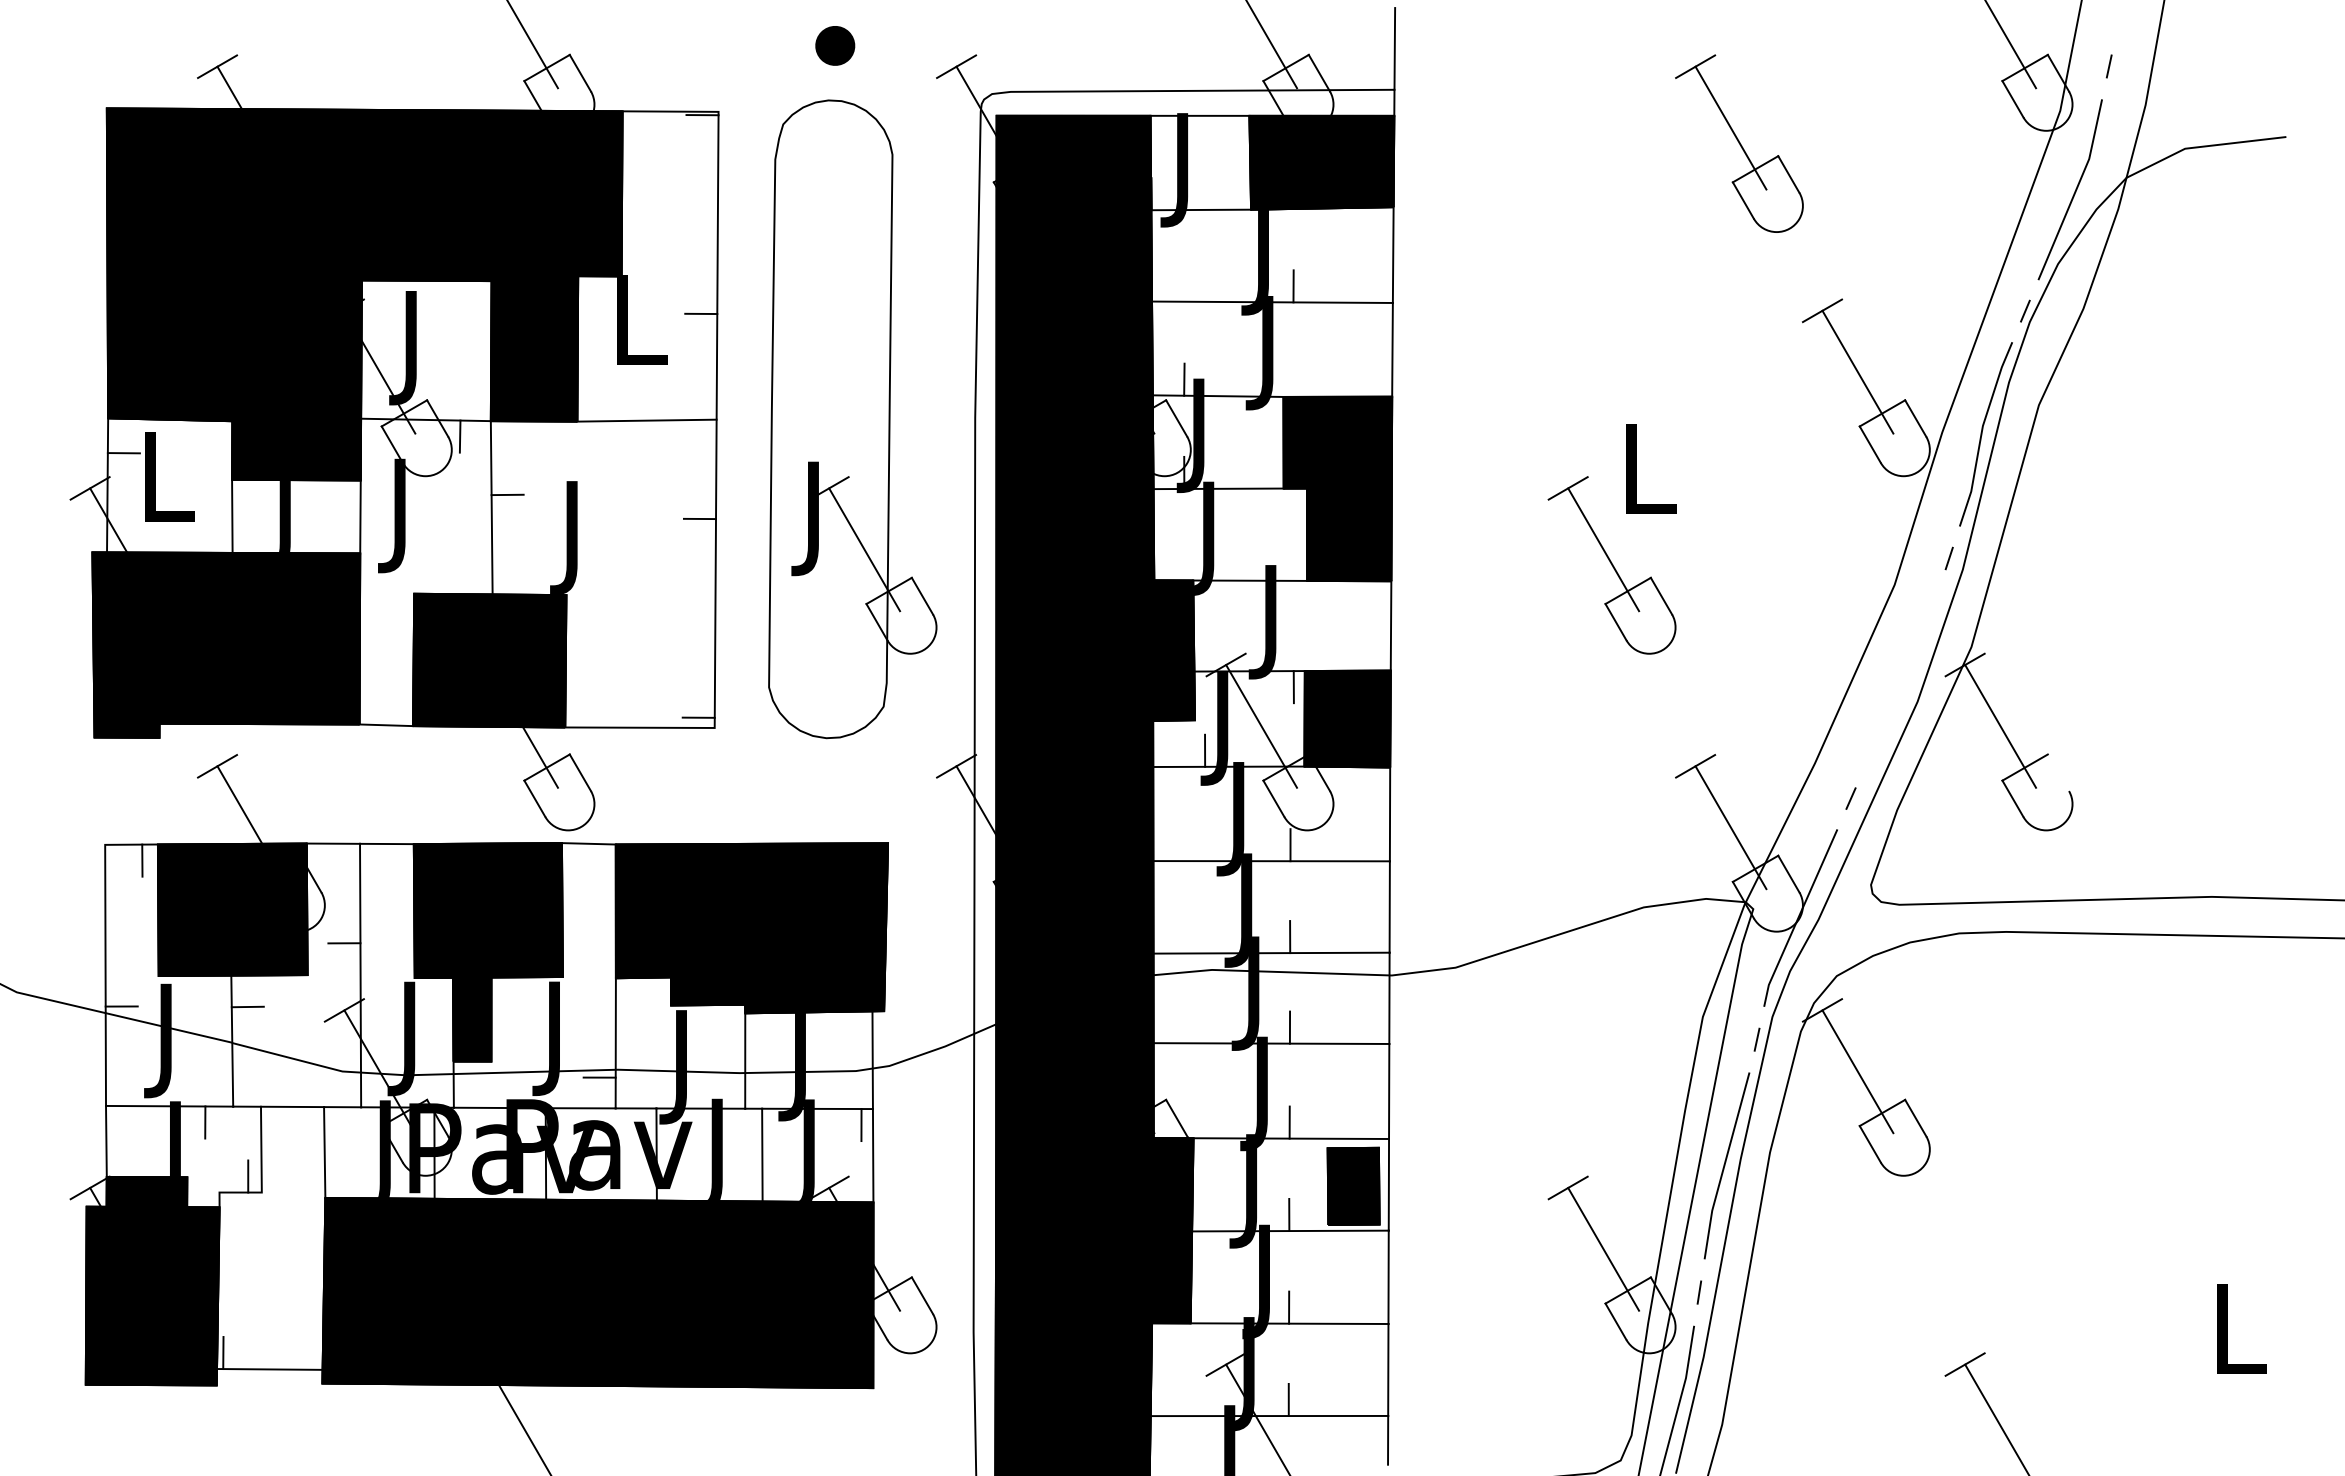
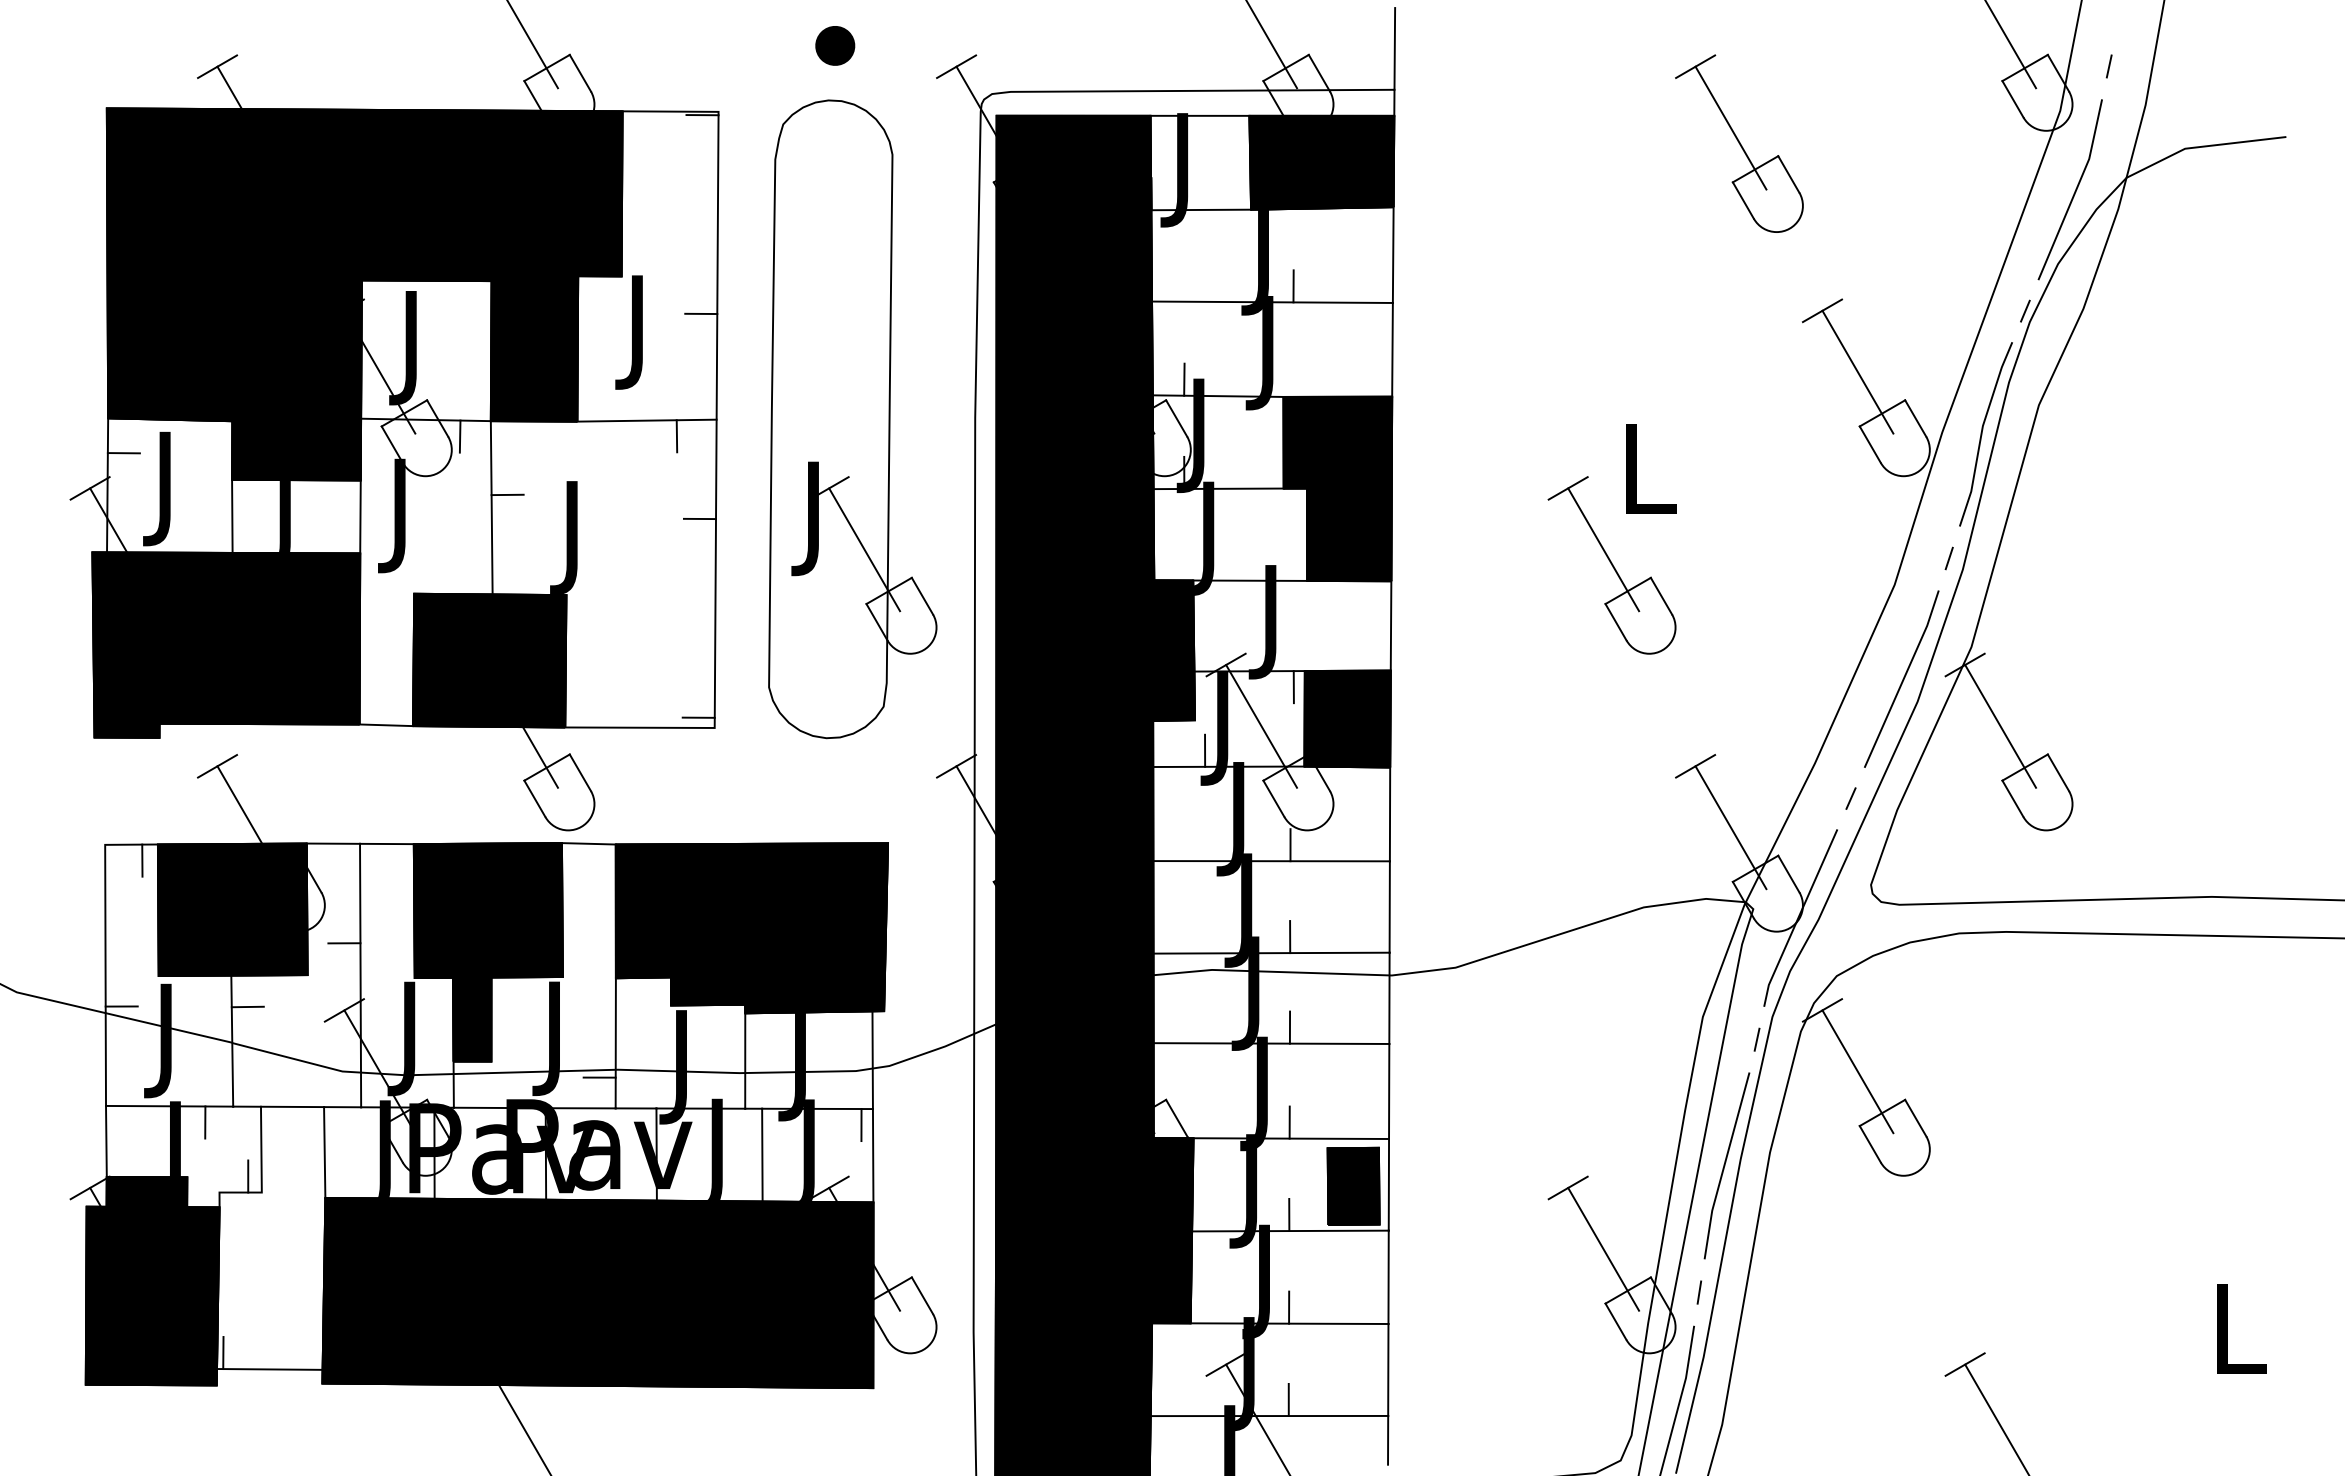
text at (641, 332): L -> J
line at (676, 436): none -> present
text at (168, 488): L -> J
line at (1902, 679): none -> present
line at (2058, 772): none -> present
